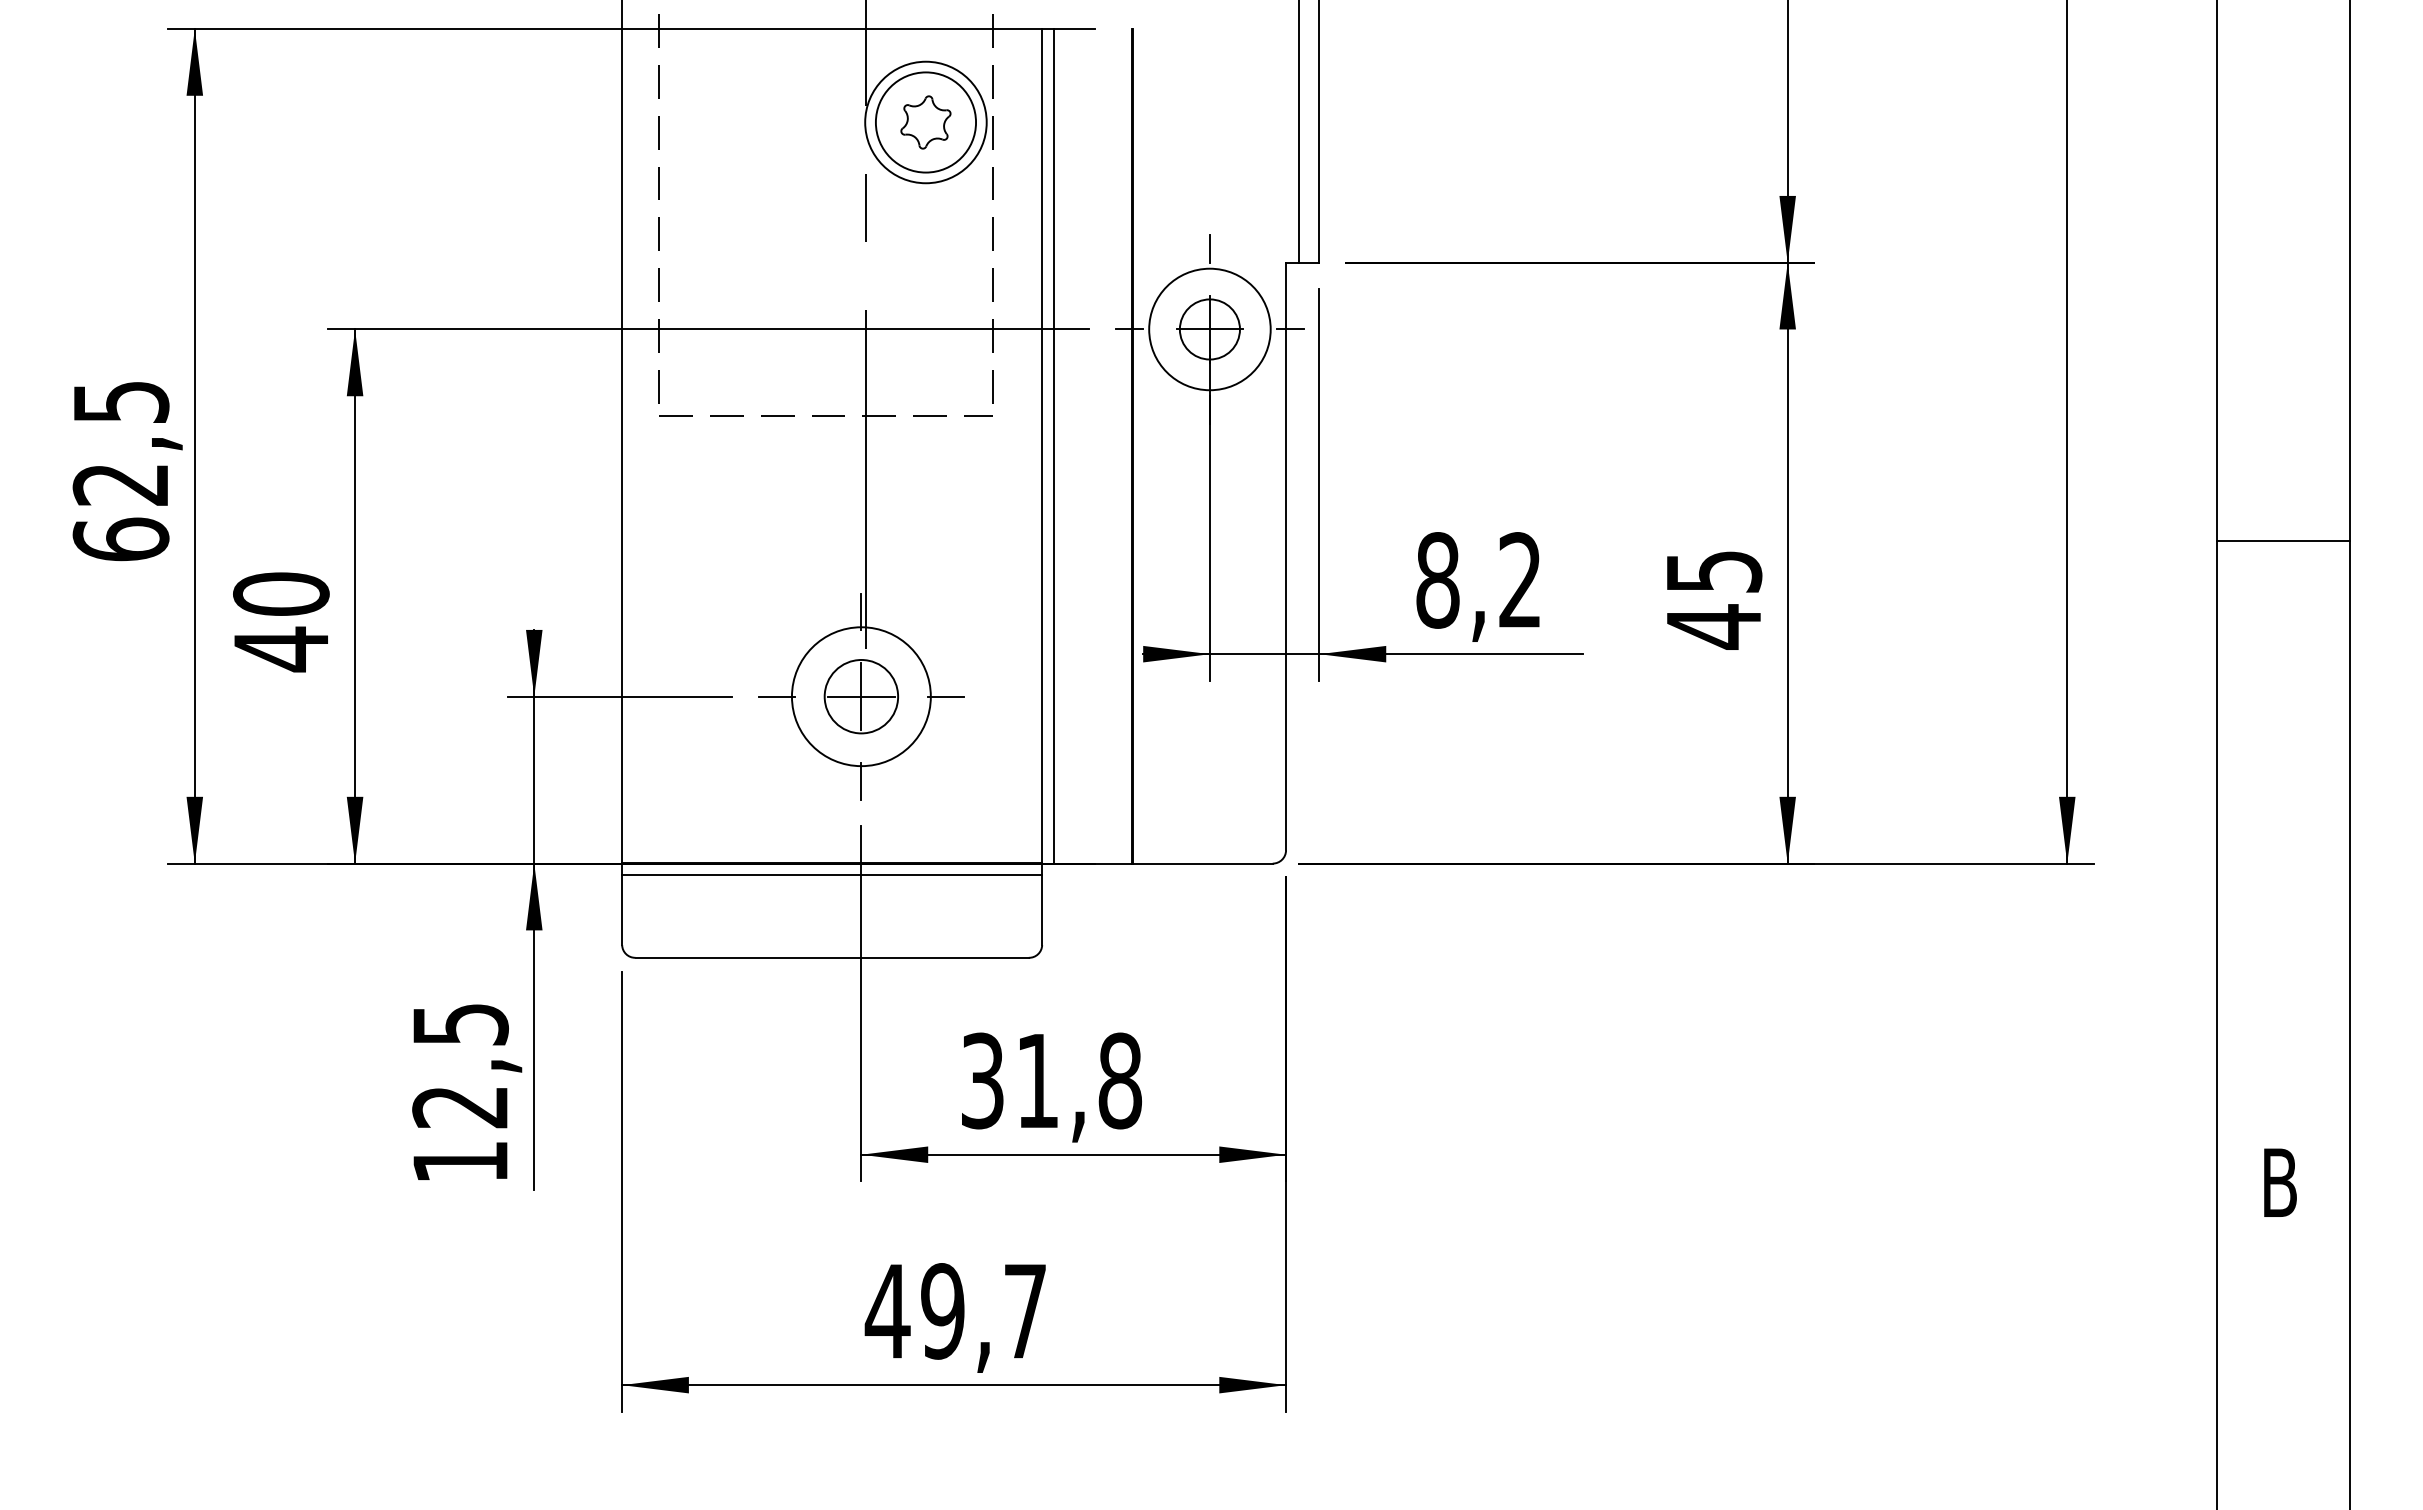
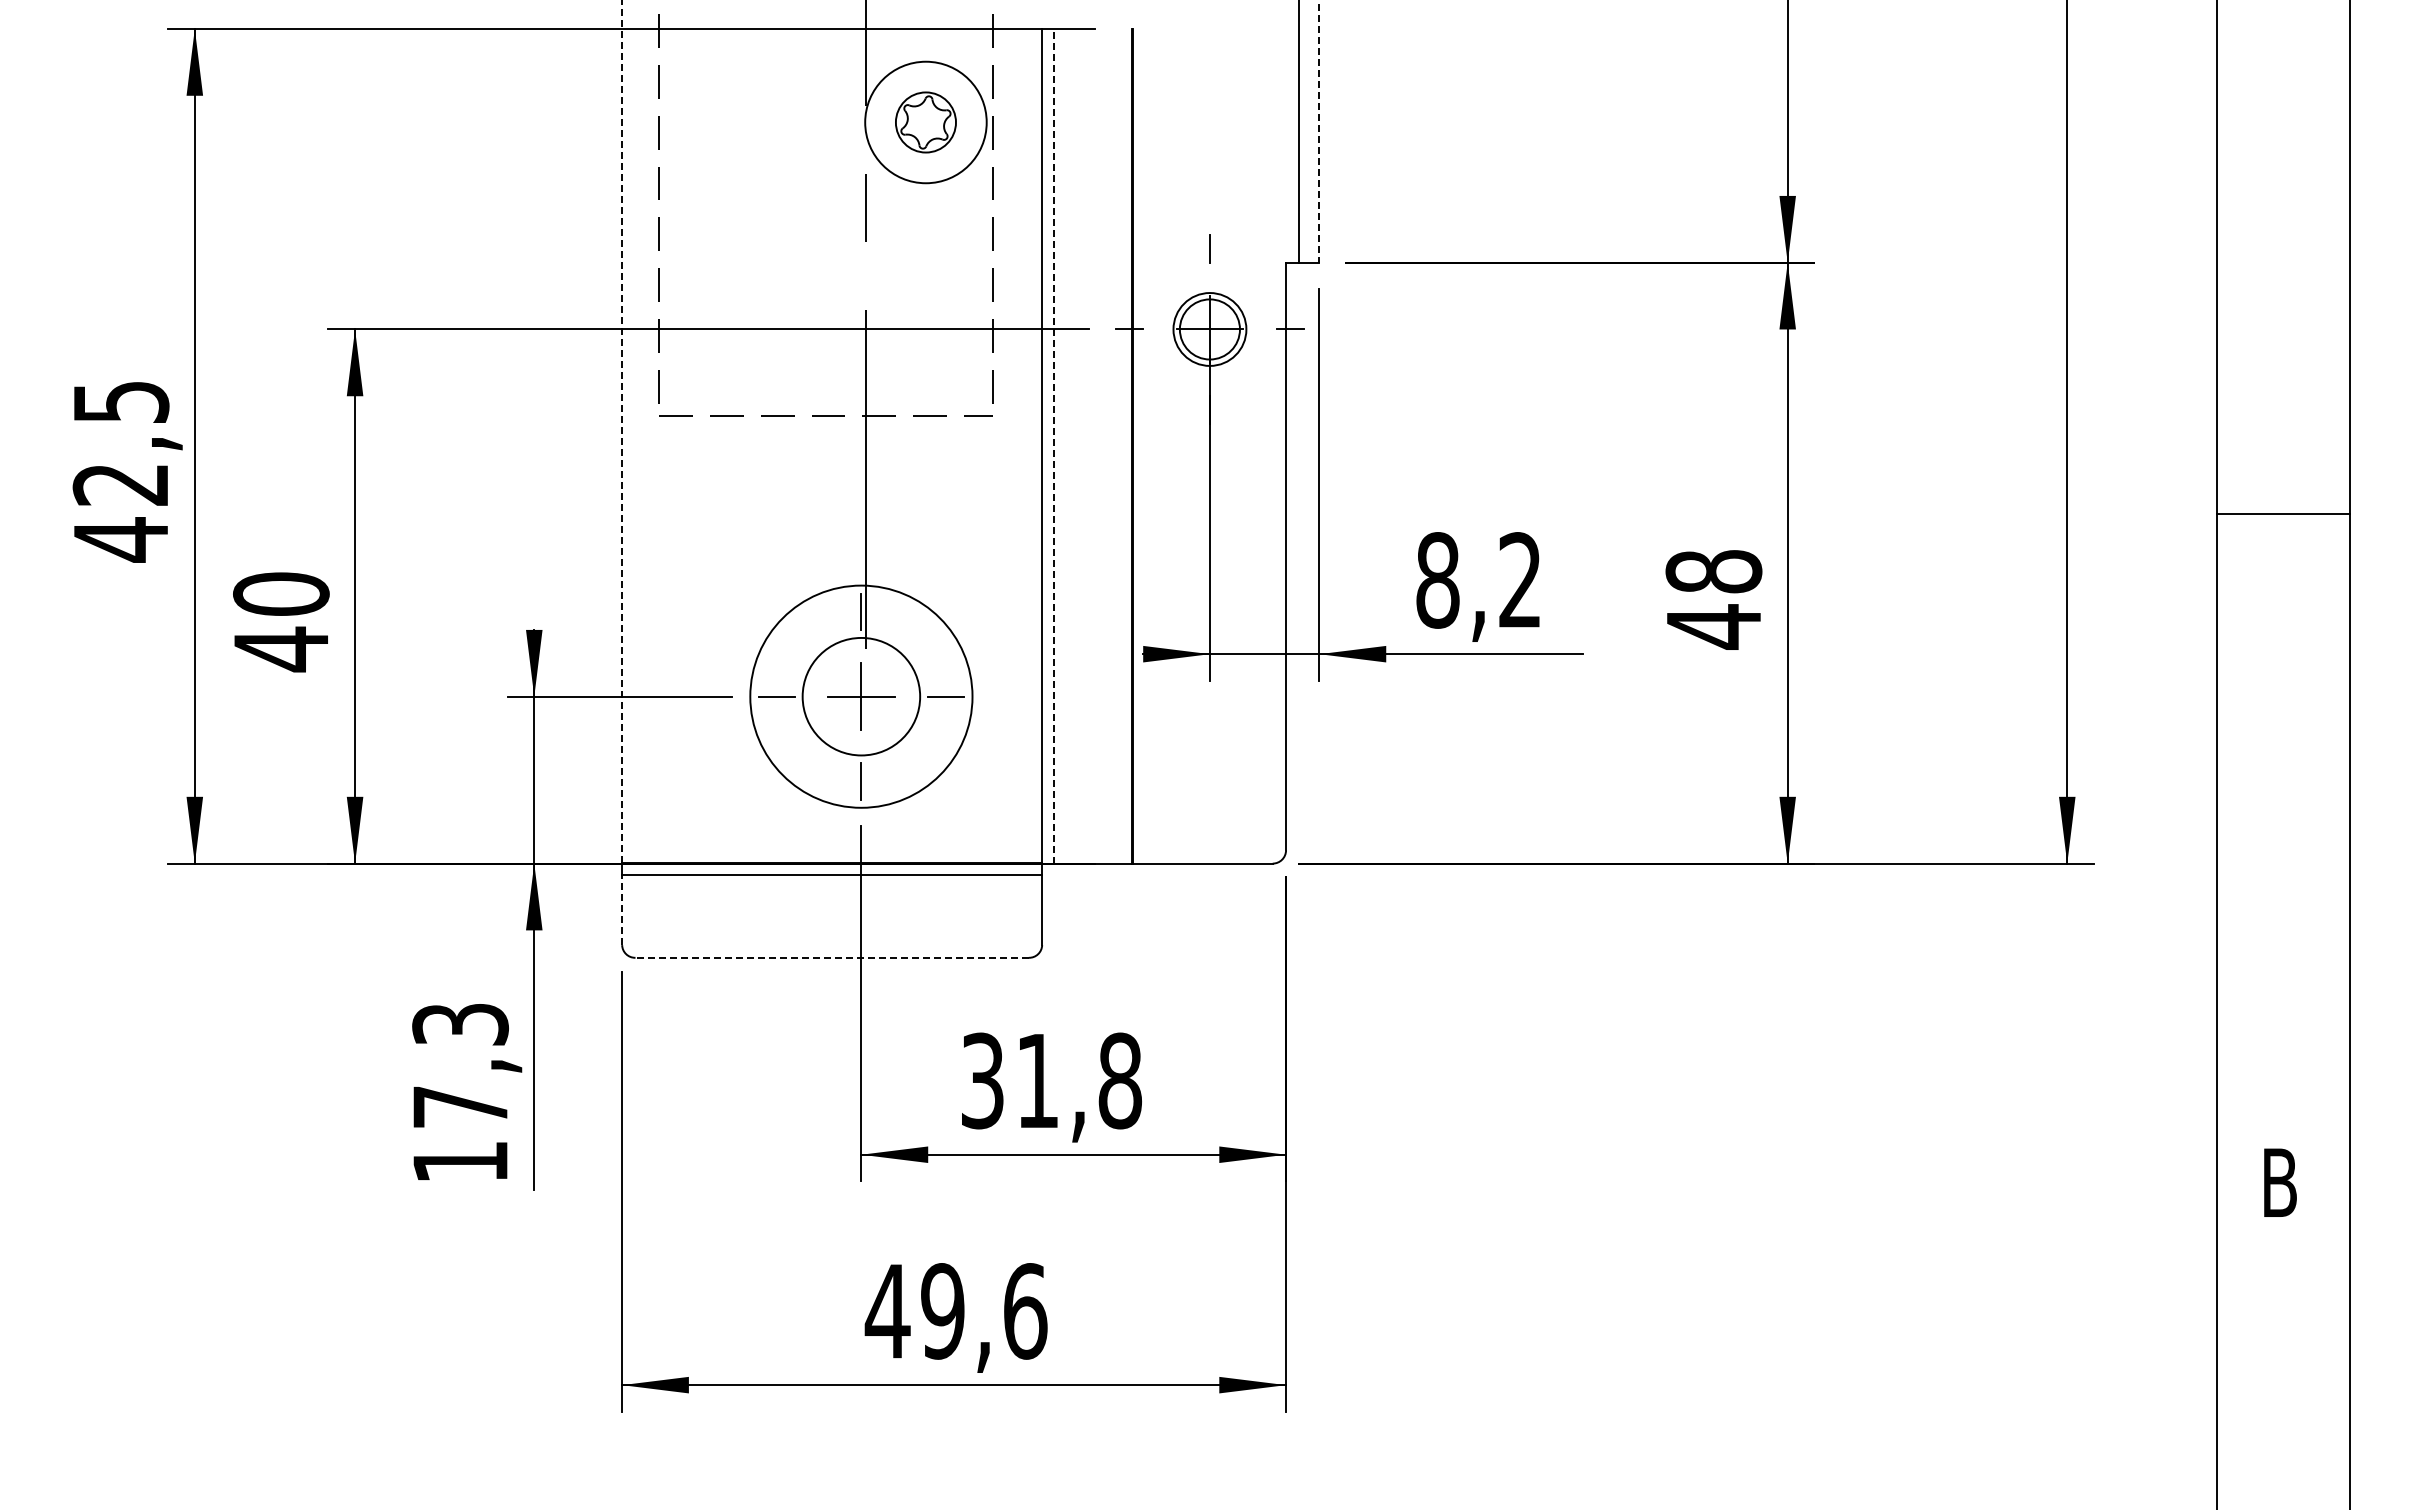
circle at (925, 122) diameter: 100 px -> 60 px
line at (1319, 131): solid -> dashed
circle at (1209, 329) diameter: 122 px -> 73 px
line at (622, 431): solid -> dashed
line at (1053, 445): solid -> dashed
text at (120, 539): 62,5 -> 42,5
line at (2283, 541) position: (2283, 541) -> (2283, 514)
text at (1713, 571): 45 -> 48
circle at (860, 696) diameter: 139 px -> 222 px
circle at (861, 696) diameter: 73 px -> 118 px
line at (622, 909): solid -> dashed
line at (832, 957): solid -> dashed
text at (460, 1066): 12,5 -> 17,3
text at (1025, 1311): 49,7 -> 49,6
